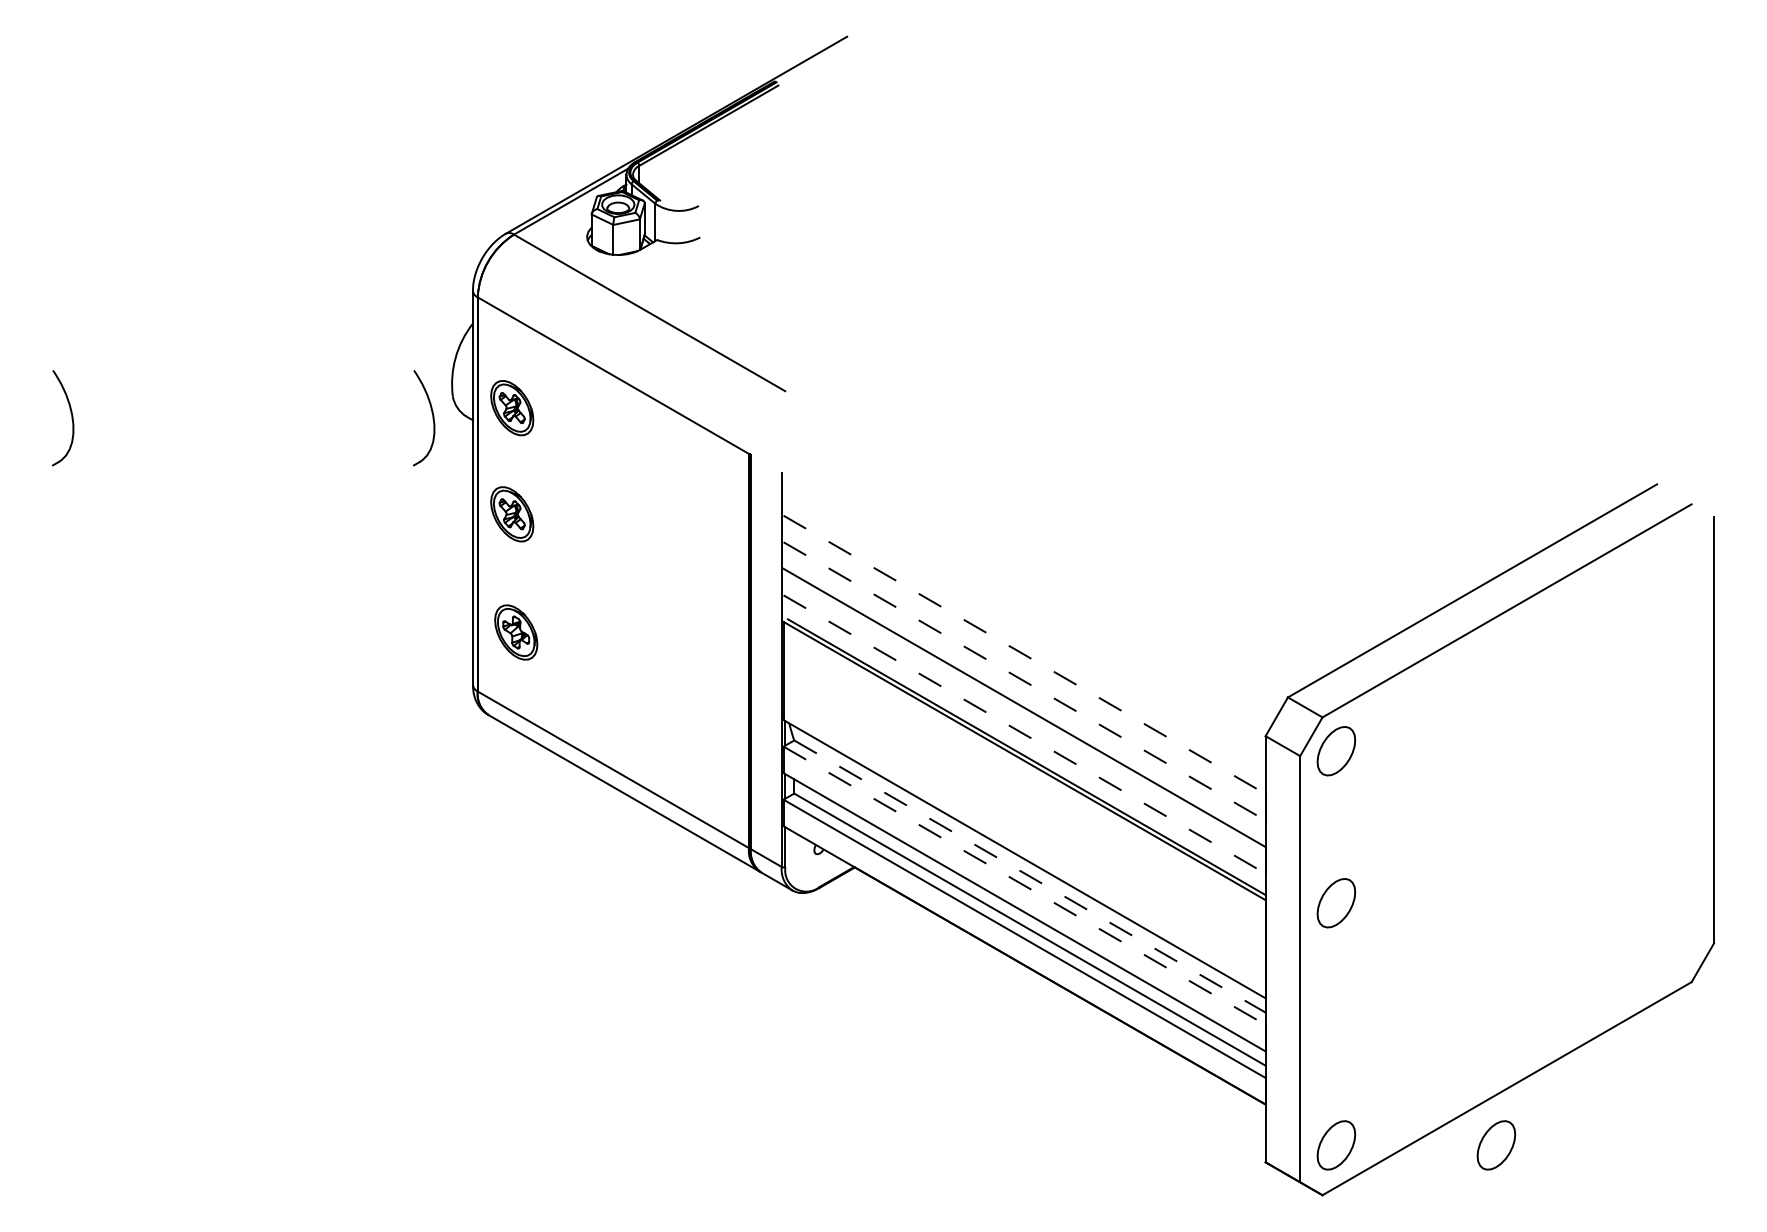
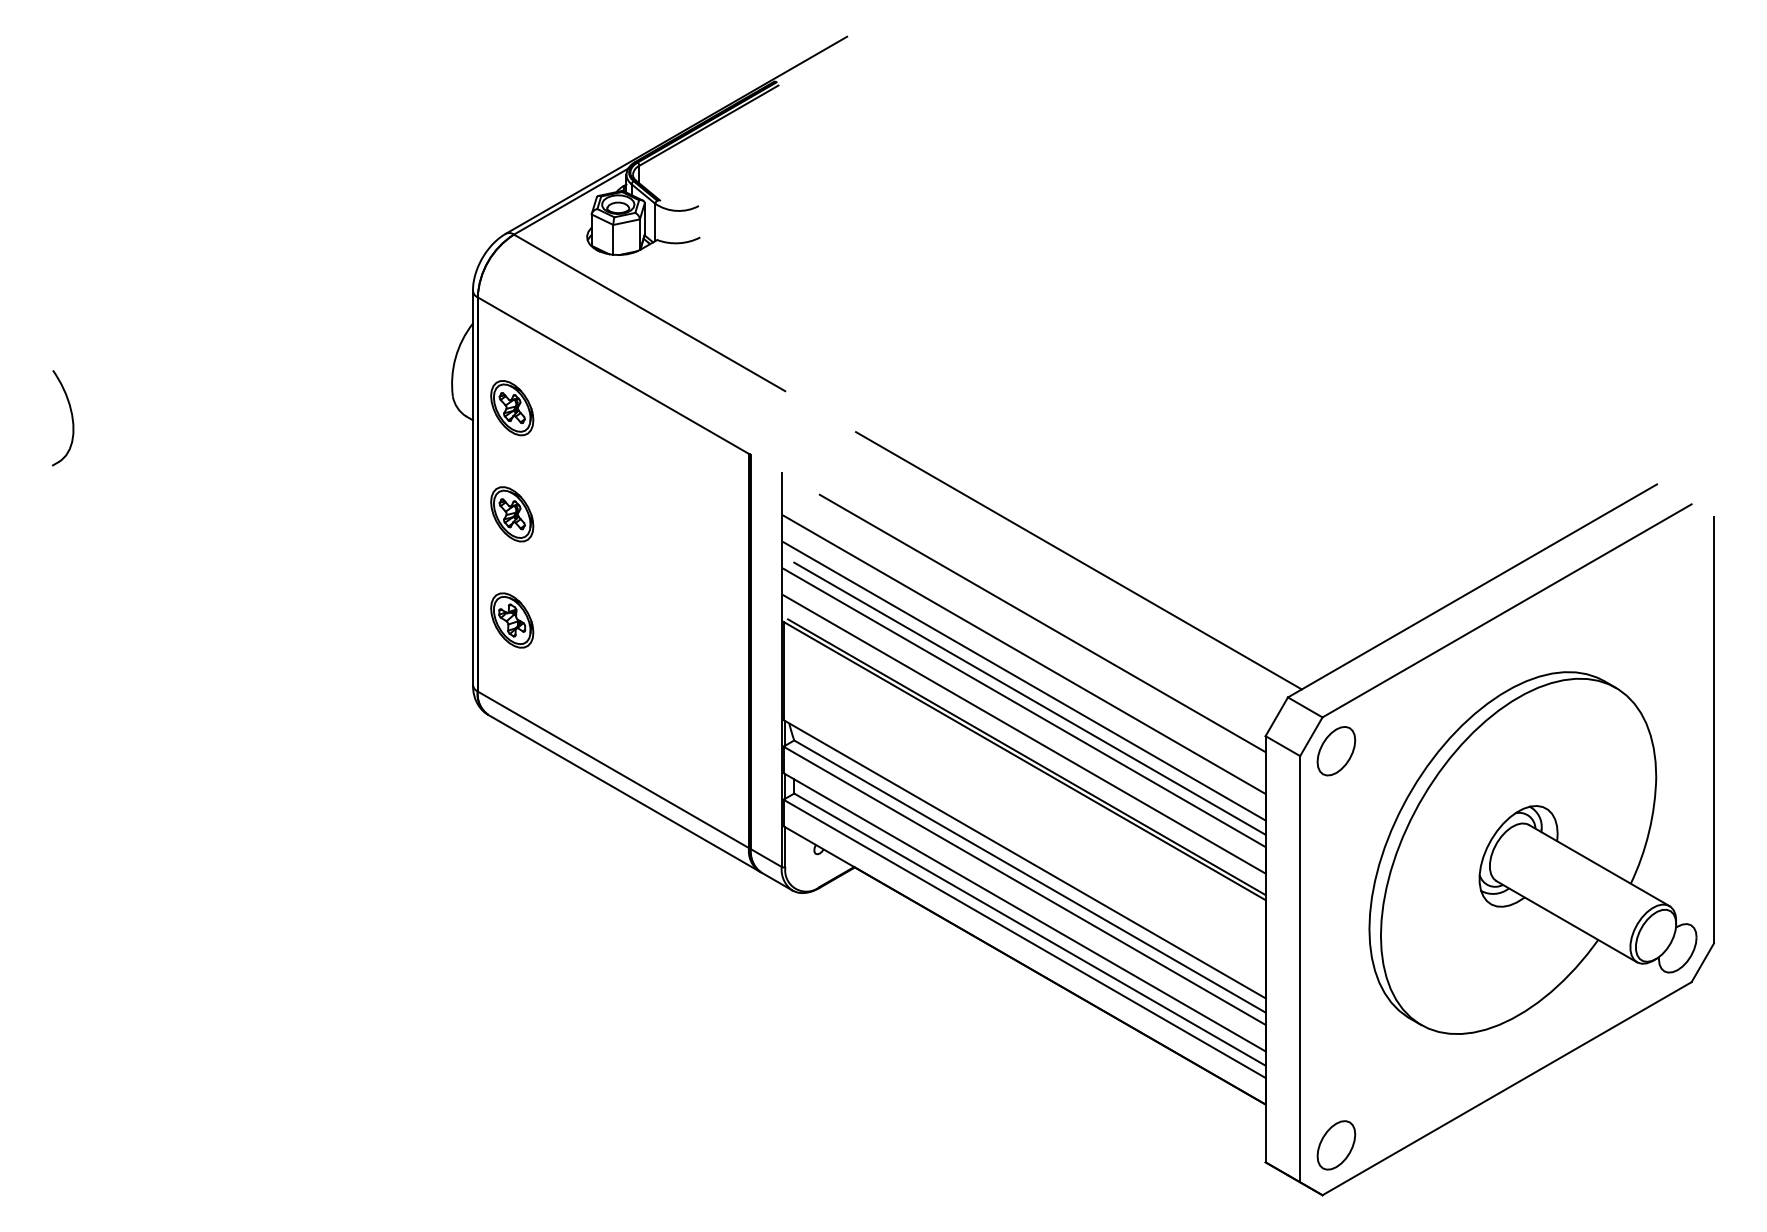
part at (432, 418): present -> none
line at (1078, 560): none -> present
line at (1042, 623): none -> present
part at (516, 632) position: (516, 632) -> (512, 620)
line at (1025, 655): dashed -> solid
line at (1025, 681): dashed -> solid
line at (1029, 698): none -> present
line at (1025, 734): dashed -> solid
part at (1532, 852): none -> present
line at (1030, 876): dashed -> solid
line at (1025, 886): dashed -> solid
part at (1336, 903): present -> none
part at (1496, 1145): present -> none
